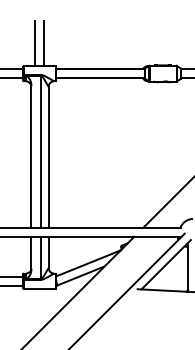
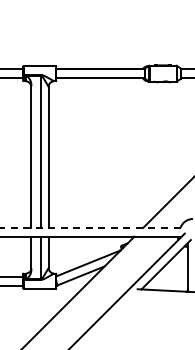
line at (35, 43): present -> none
line at (44, 43): present -> none
line at (90, 227): solid -> dashed
